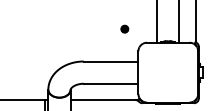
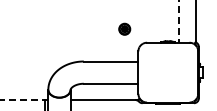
line at (157, 22): present -> none
line at (179, 22): solid -> dashed
part at (124, 28) size: 10x10 px -> 14x14 px
line at (24, 100): solid -> dashed
